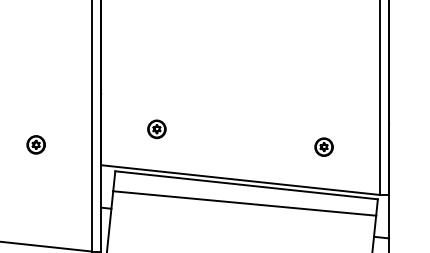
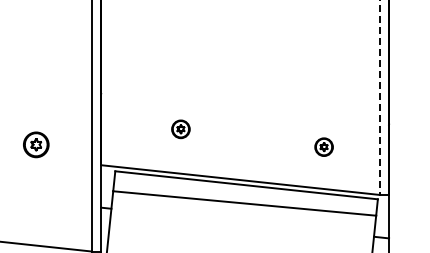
line at (379, 98): solid -> dashed
part at (156, 129) position: (156, 129) -> (180, 129)
part at (35, 144) size: 20x20 px -> 27x28 px
